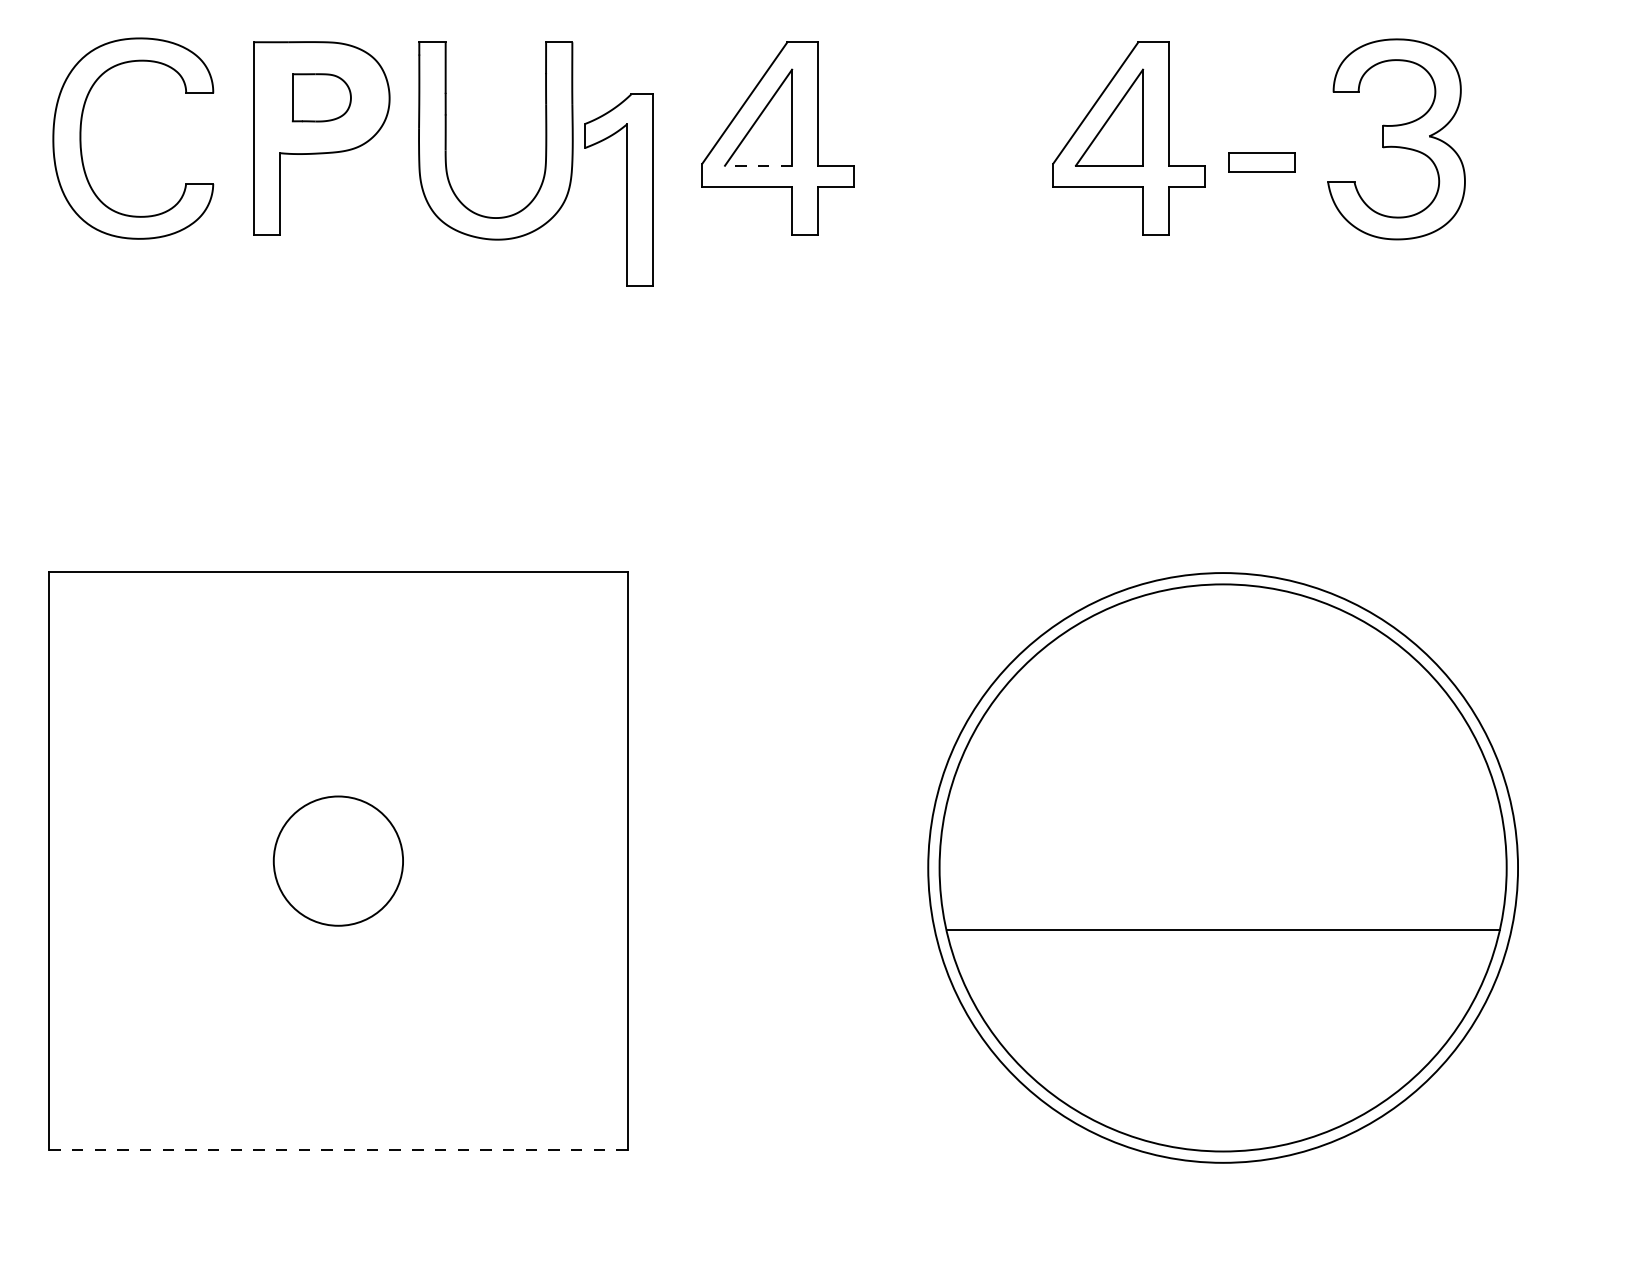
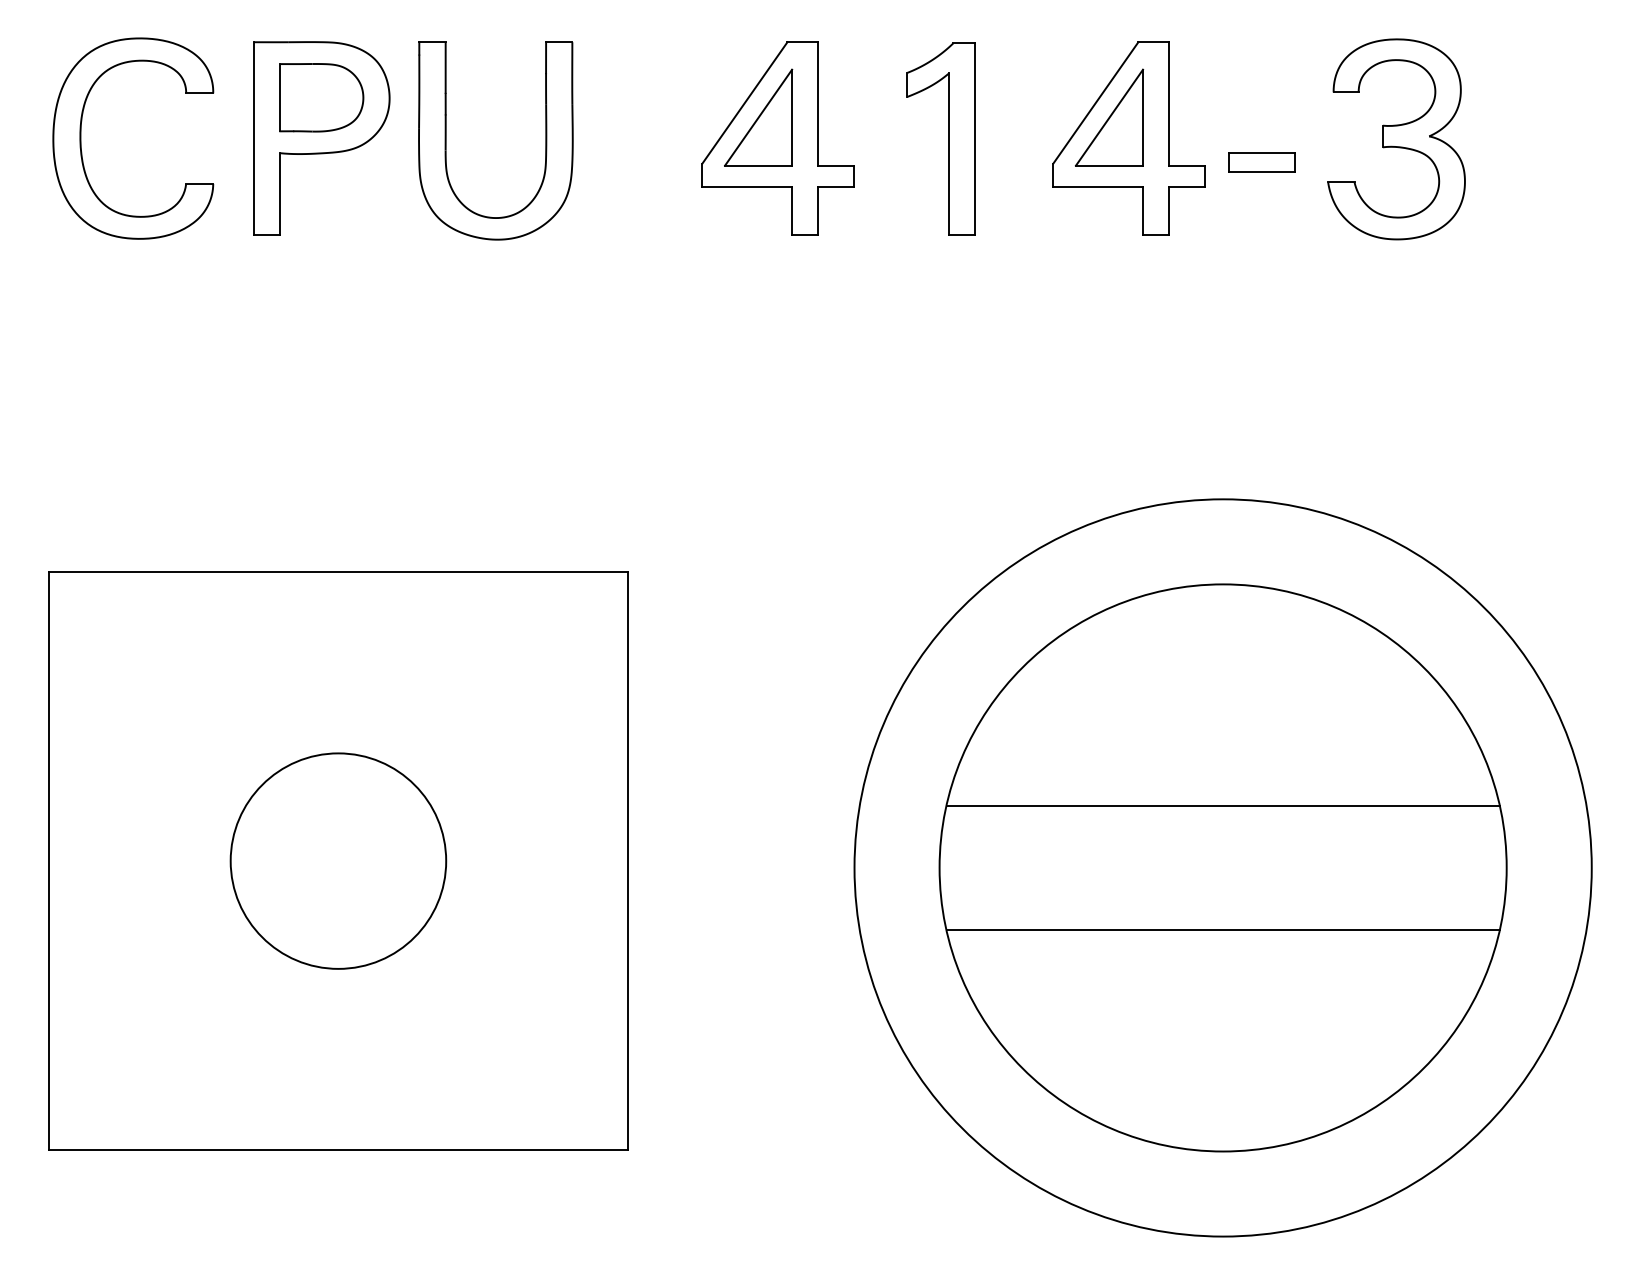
part at (321, 97) size: 61x50 px -> 86x70 px
line at (758, 165): dashed -> solid
part at (626, 189) position: (626, 189) -> (948, 138)
line at (1222, 805): none -> present
circle at (338, 860) diameter: 129 px -> 216 px
circle at (1223, 867) diameter: 590 px -> 737 px
line at (337, 1150): dashed -> solid
